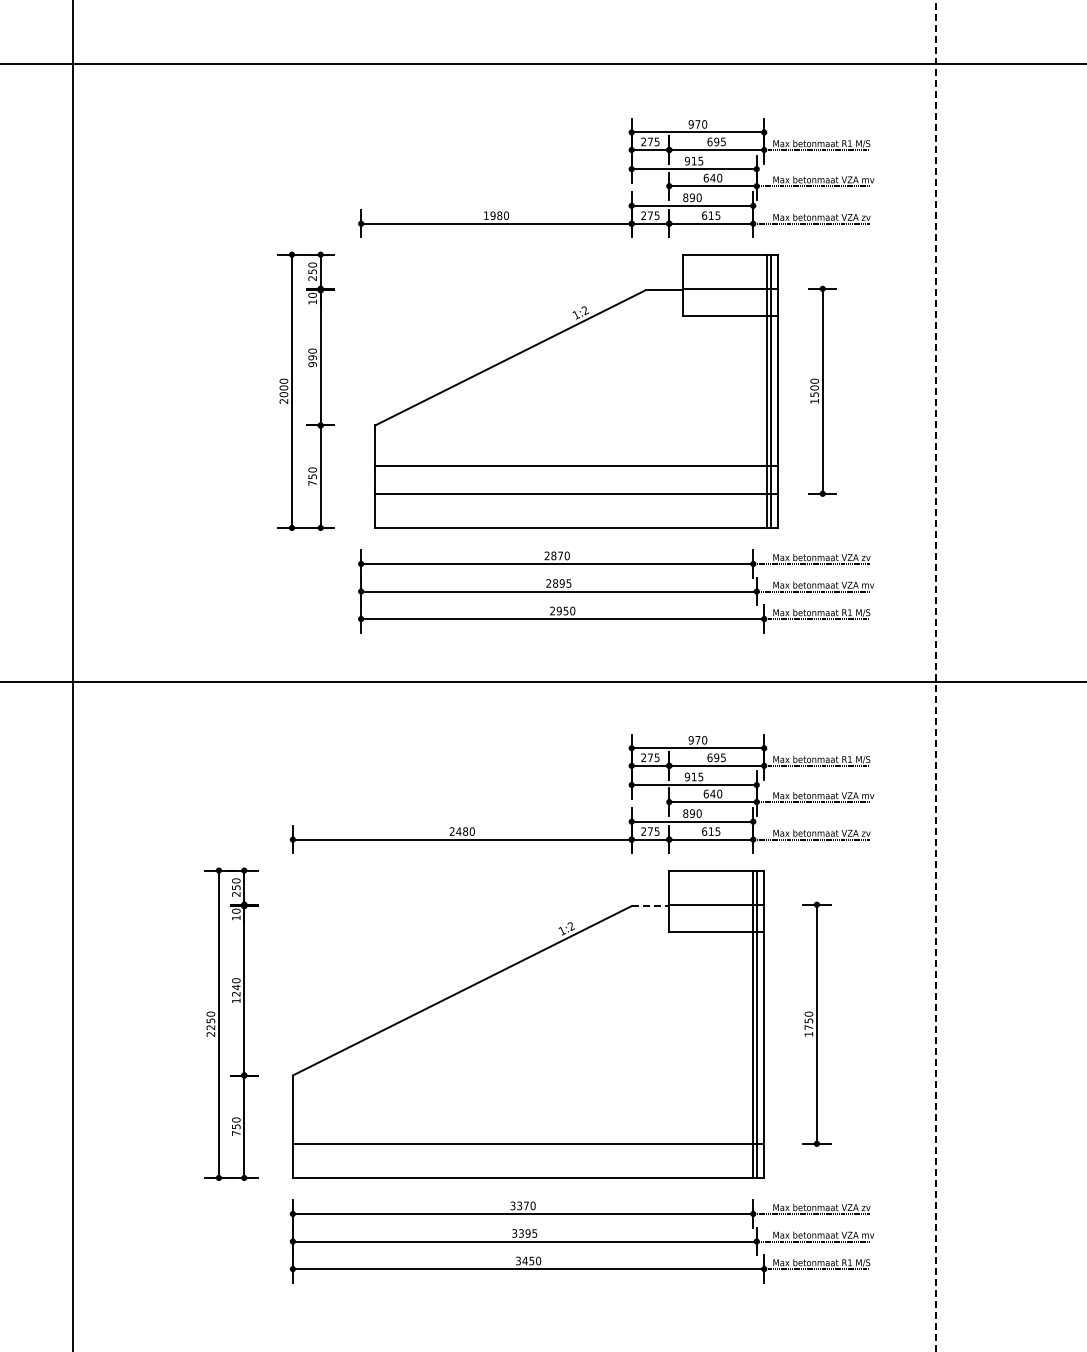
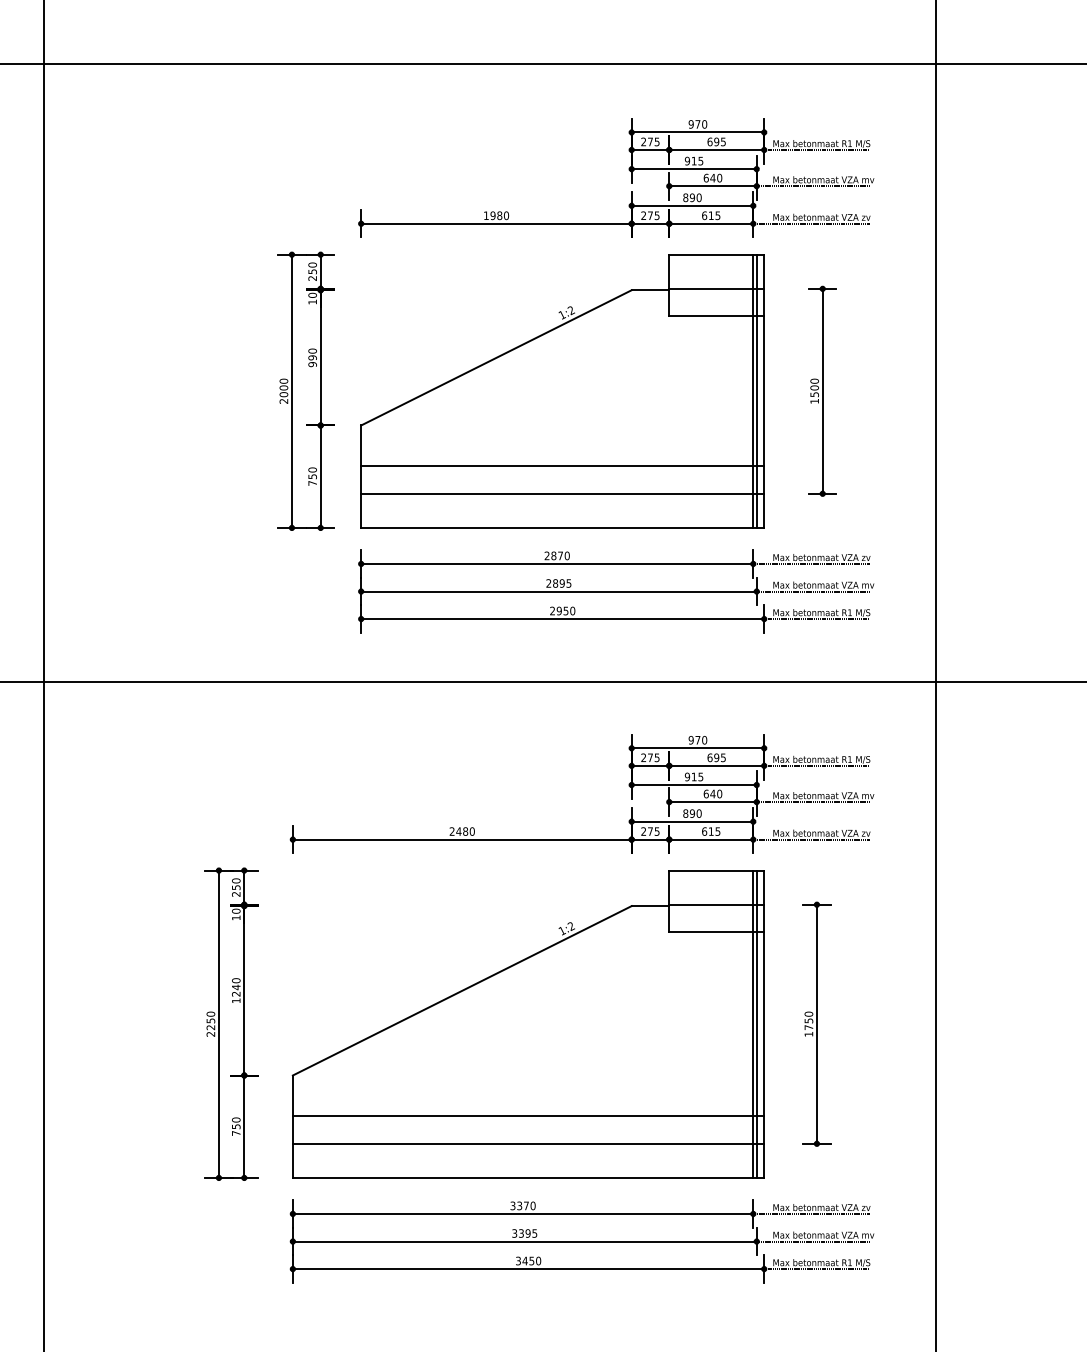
part at (576, 391) position: (576, 391) -> (562, 391)
line at (72, 675) position: (72, 675) -> (43, 675)
line at (935, 675): dashed -> solid
line at (650, 906): dashed -> solid
line at (528, 1116): none -> present
